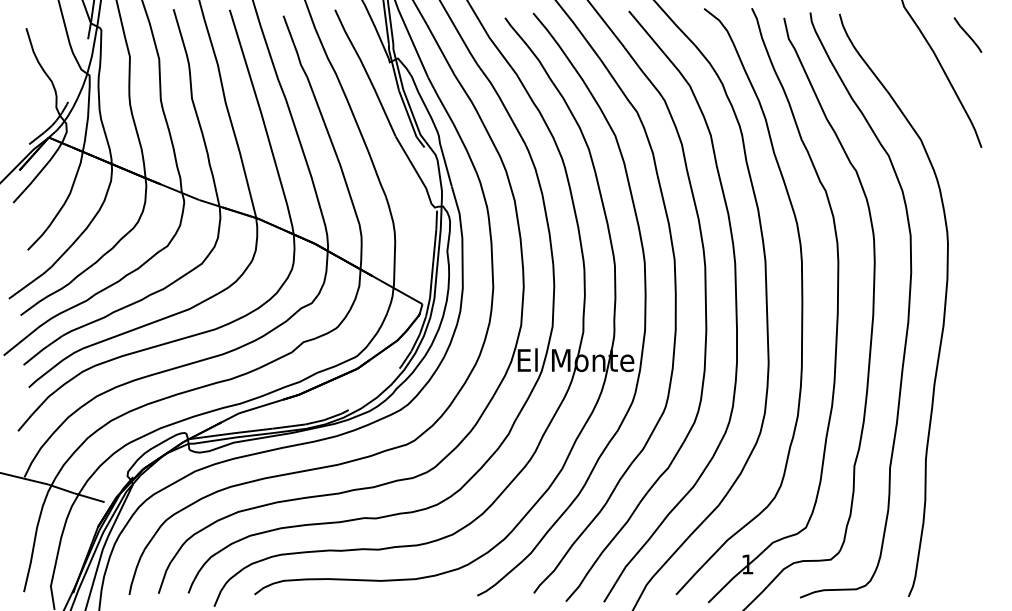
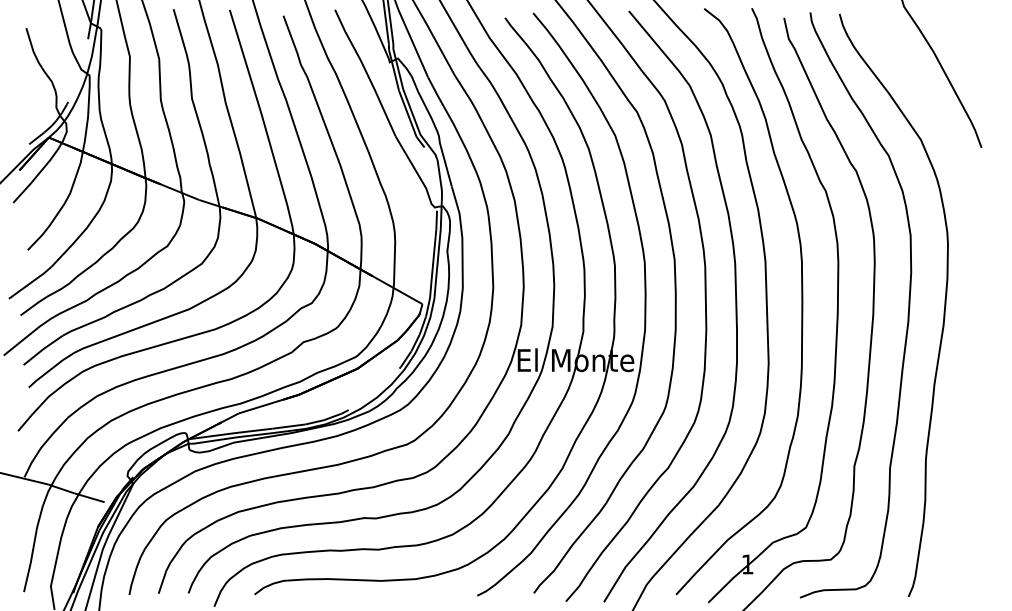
line at (967, 34): present -> none
